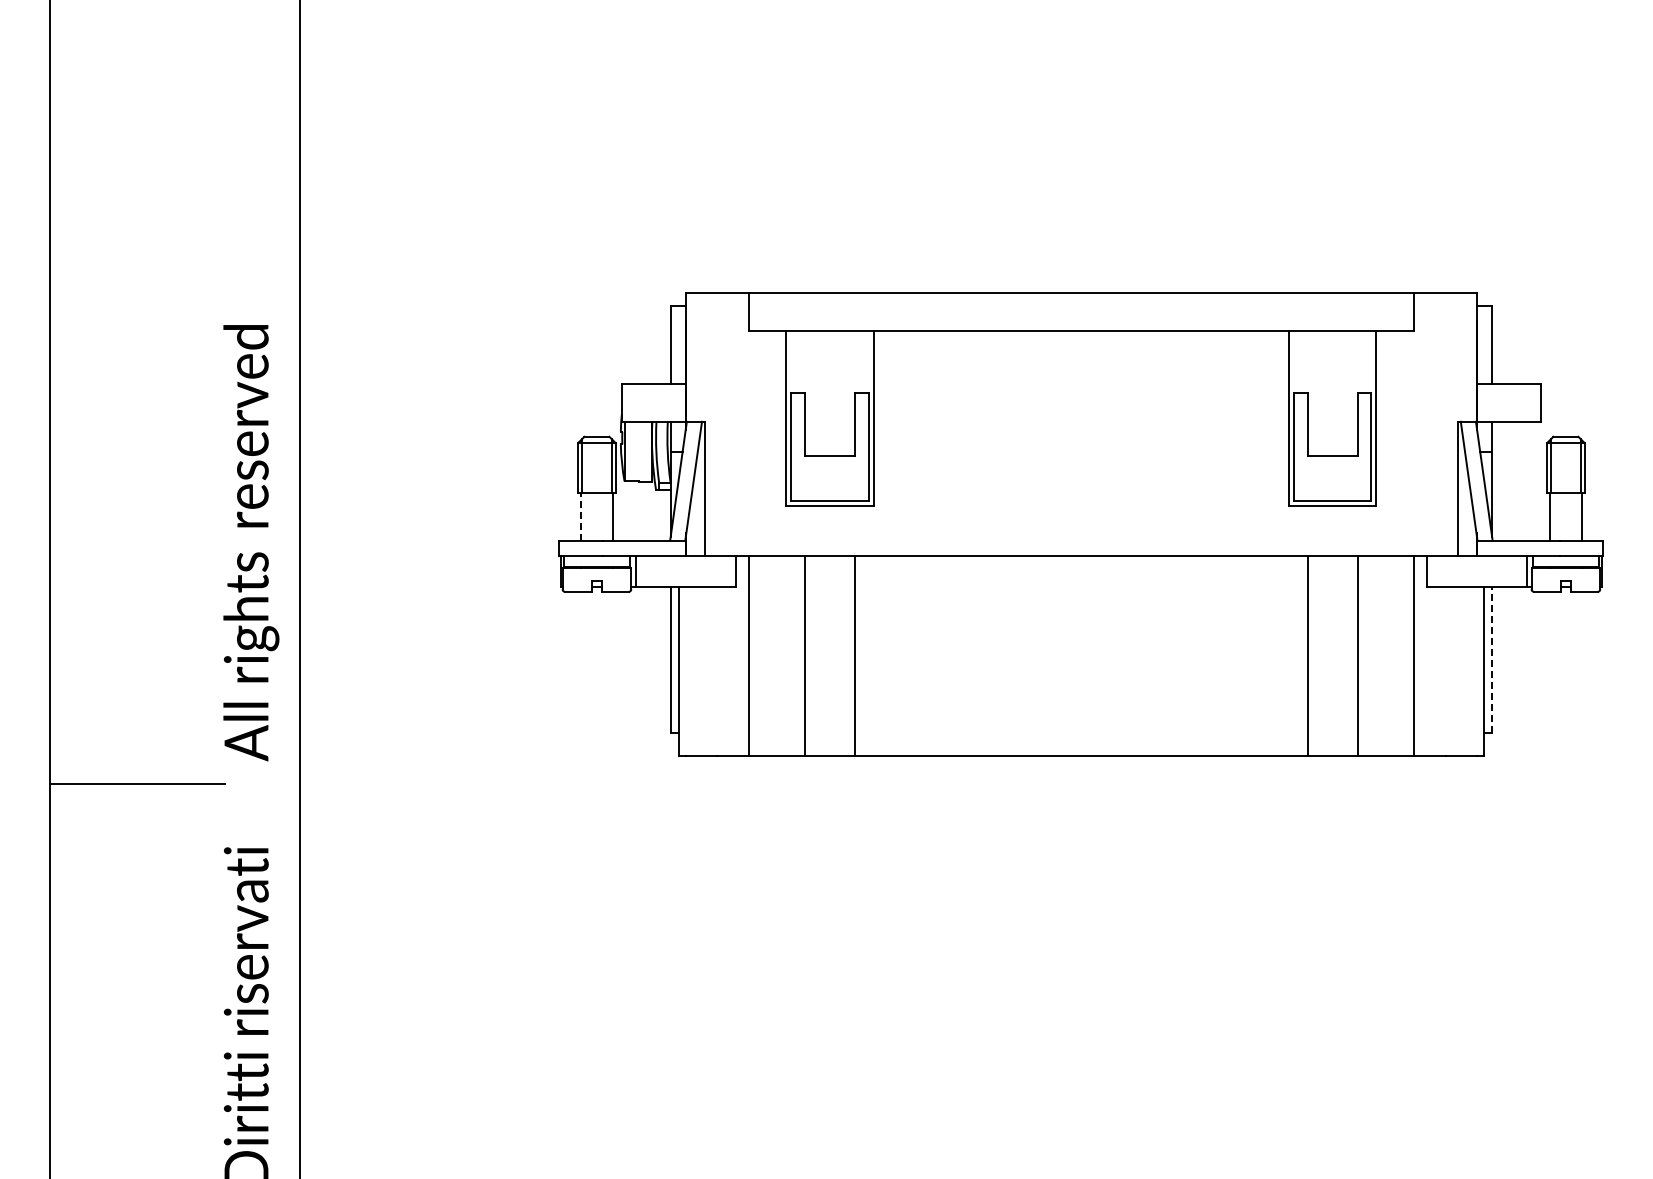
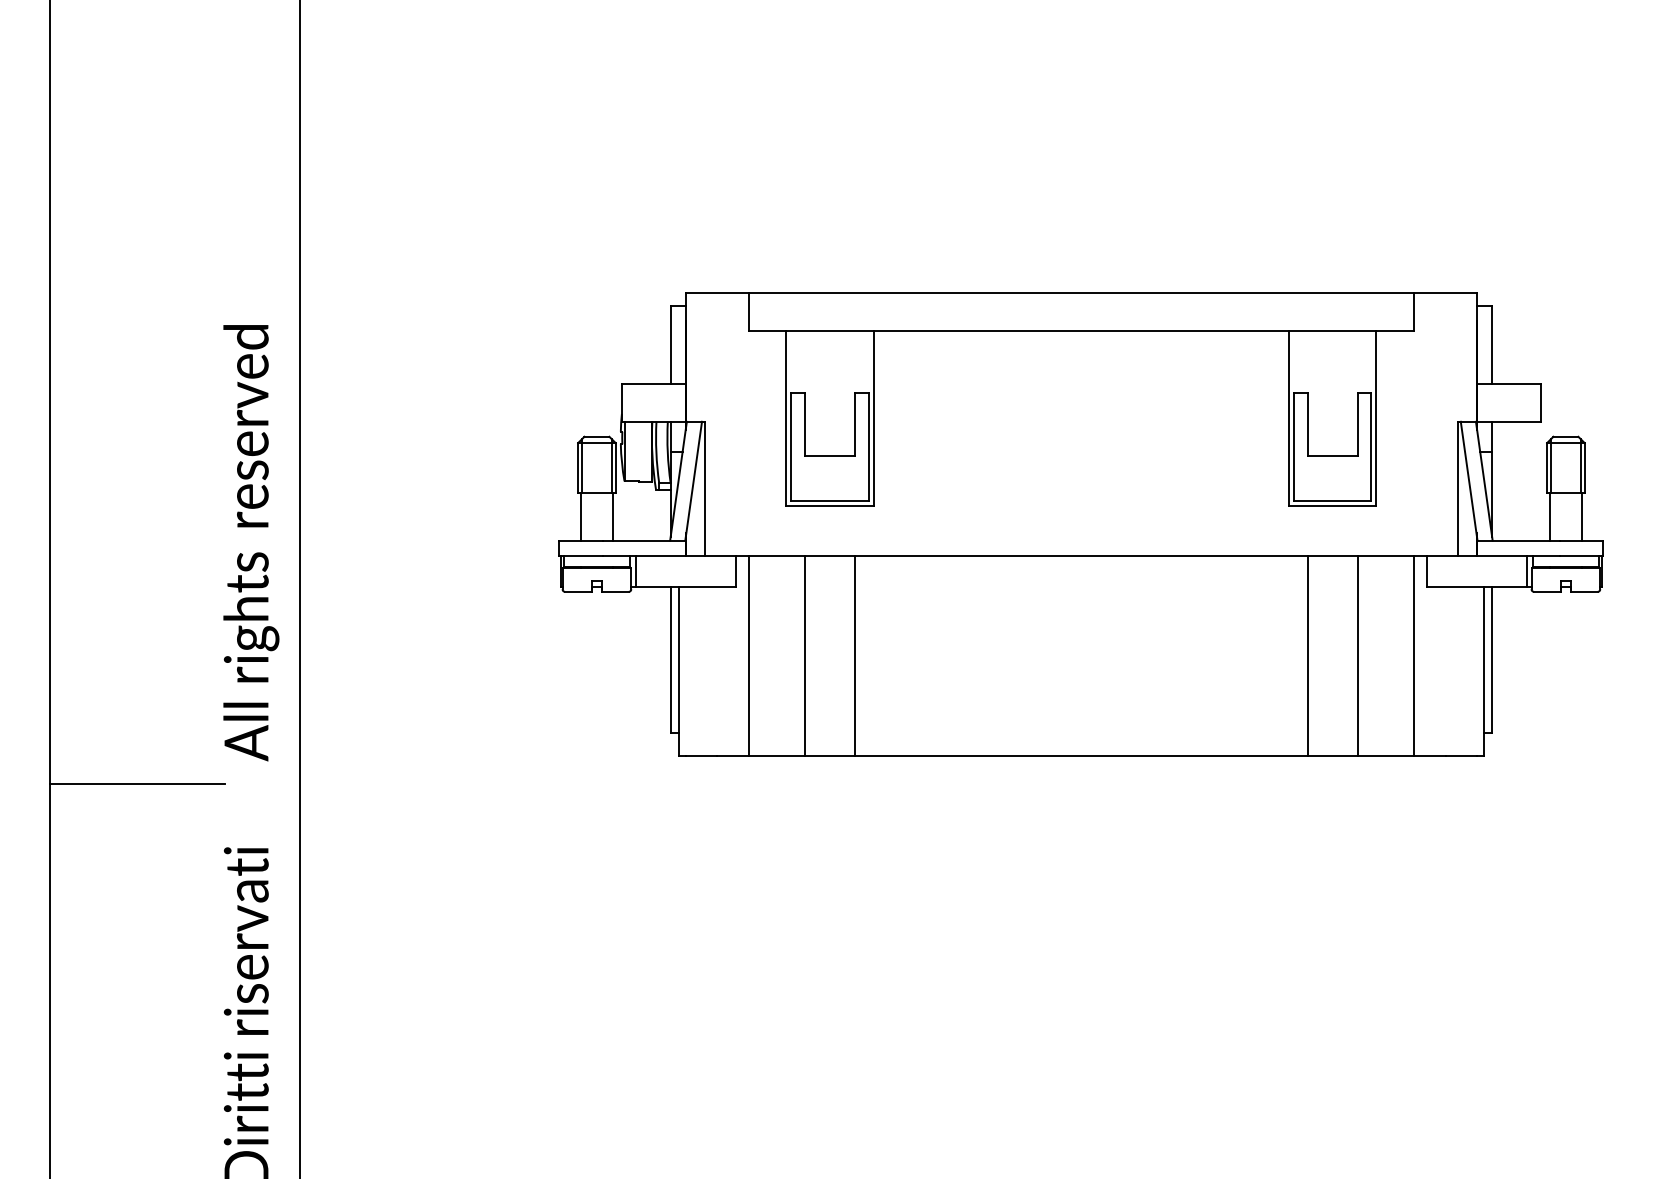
line at (580, 516): dashed -> solid
line at (1492, 659): dashed -> solid
